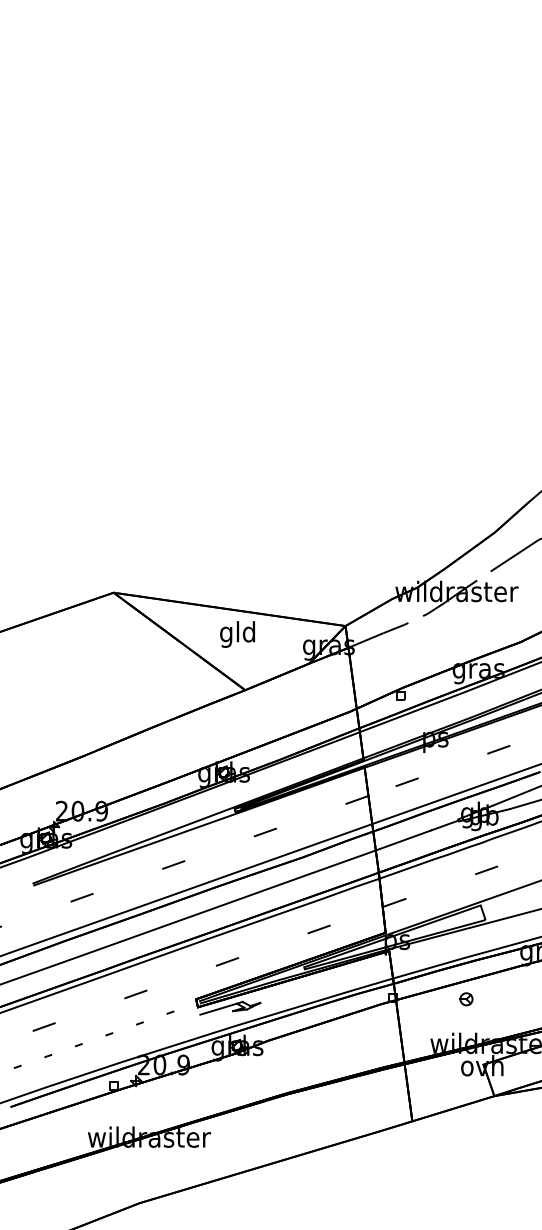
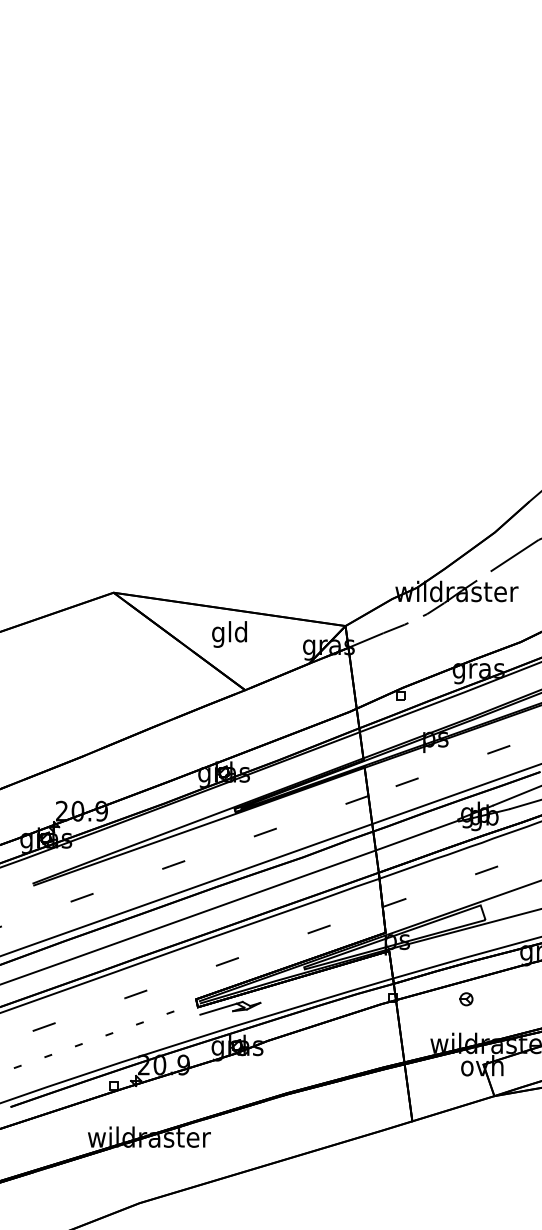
text at (237, 634) position: (237, 634) -> (229, 634)
